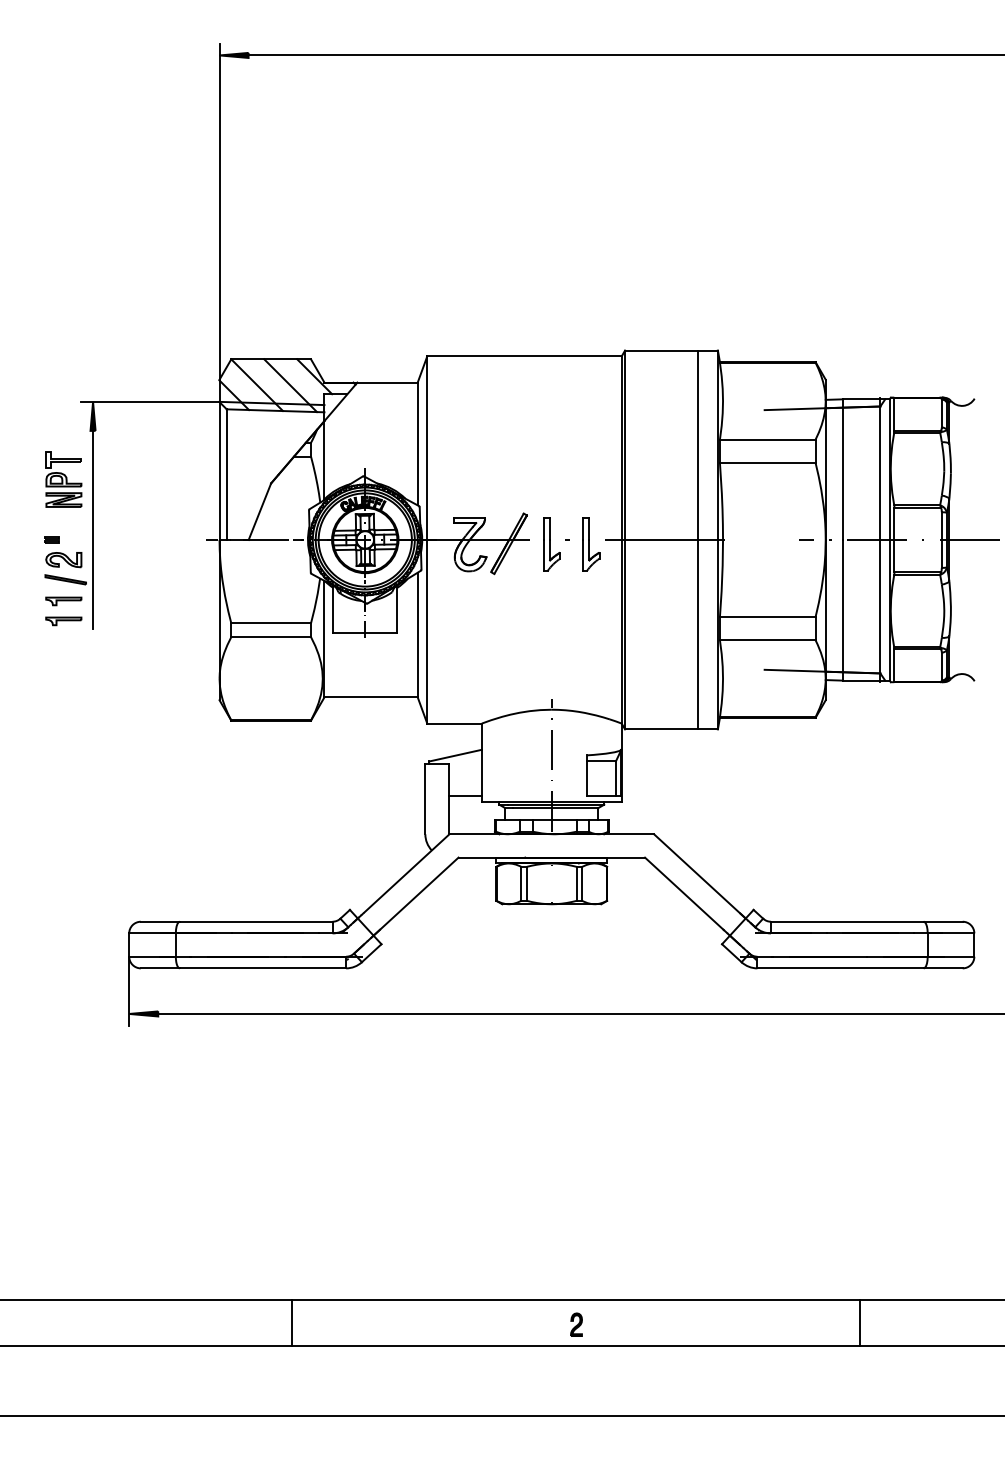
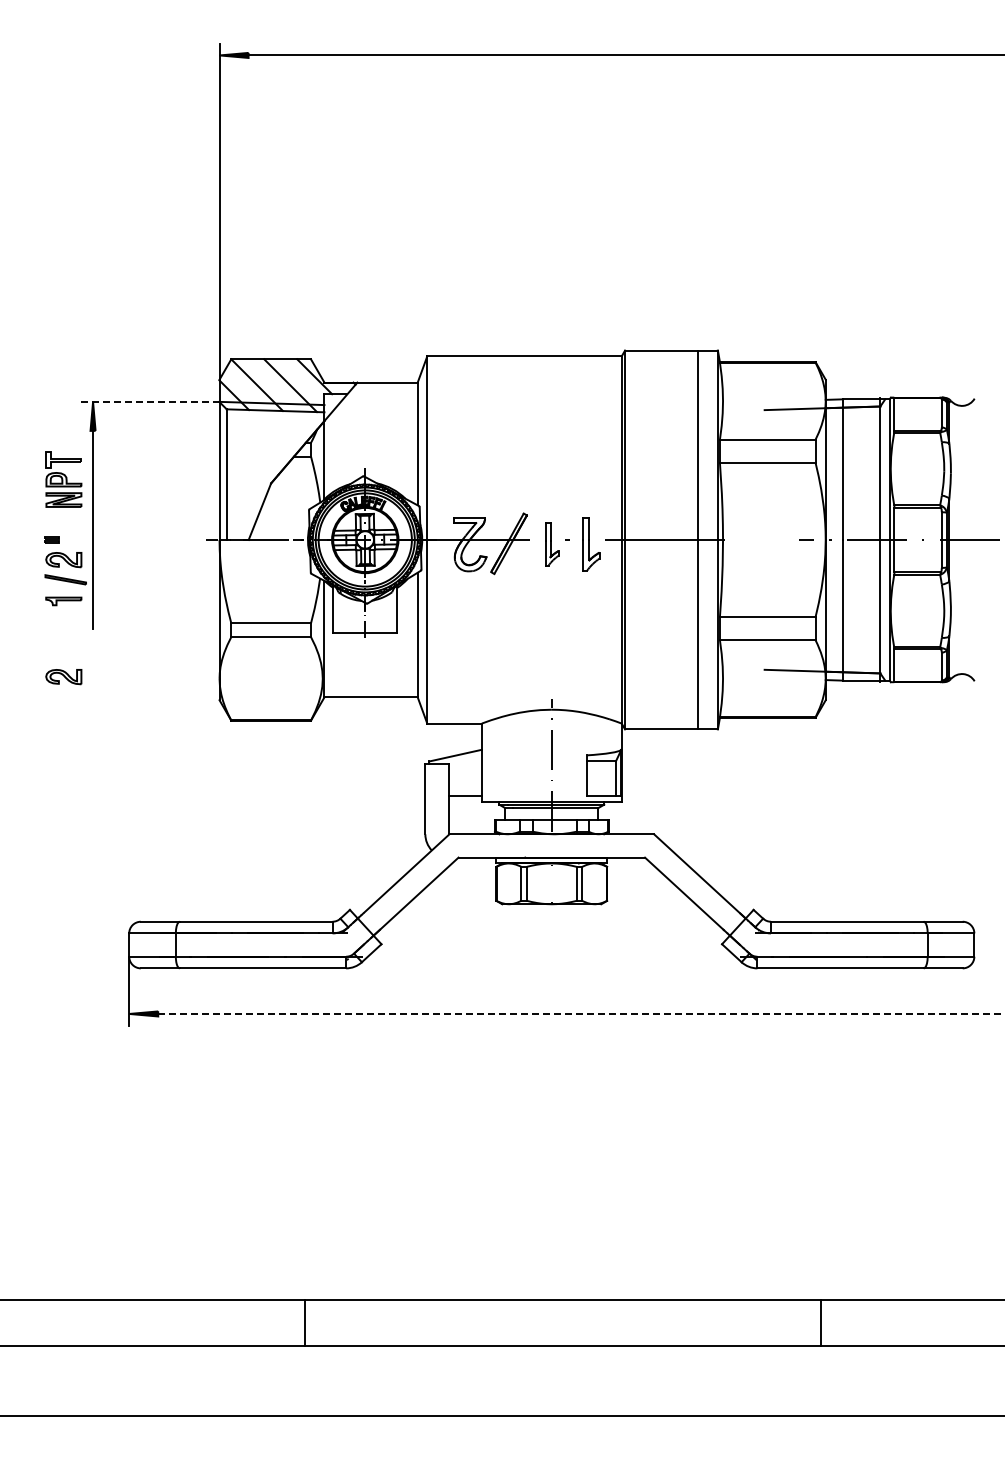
line at (149, 401): solid -> dashed
part at (551, 544) size: 18x55 px -> 15x45 px
part at (63, 621): present -> none
part at (63, 677): none -> present
line at (581, 1013): solid -> dashed
line at (292, 1322) position: (292, 1322) -> (305, 1322)
line at (860, 1322) position: (860, 1322) -> (821, 1322)
part at (576, 1324): present -> none
